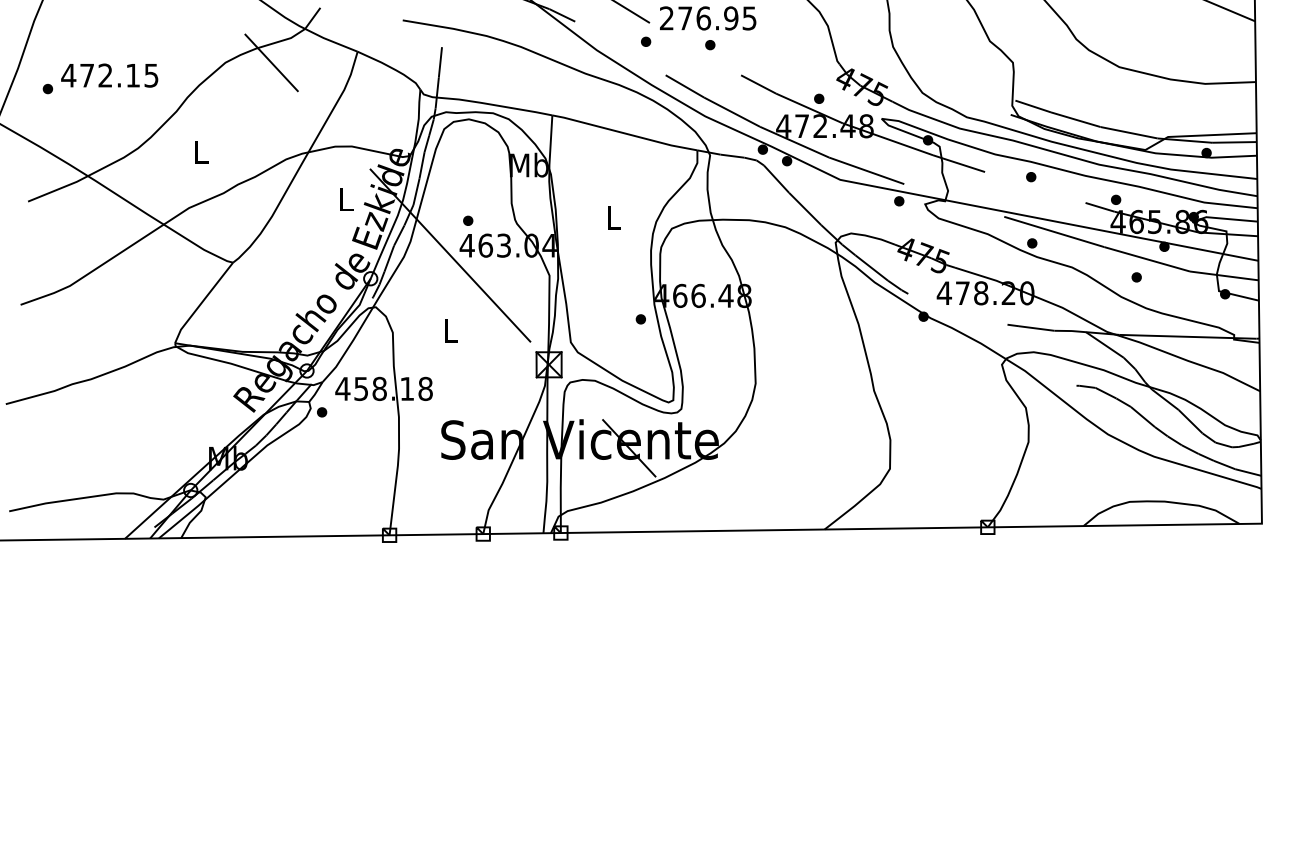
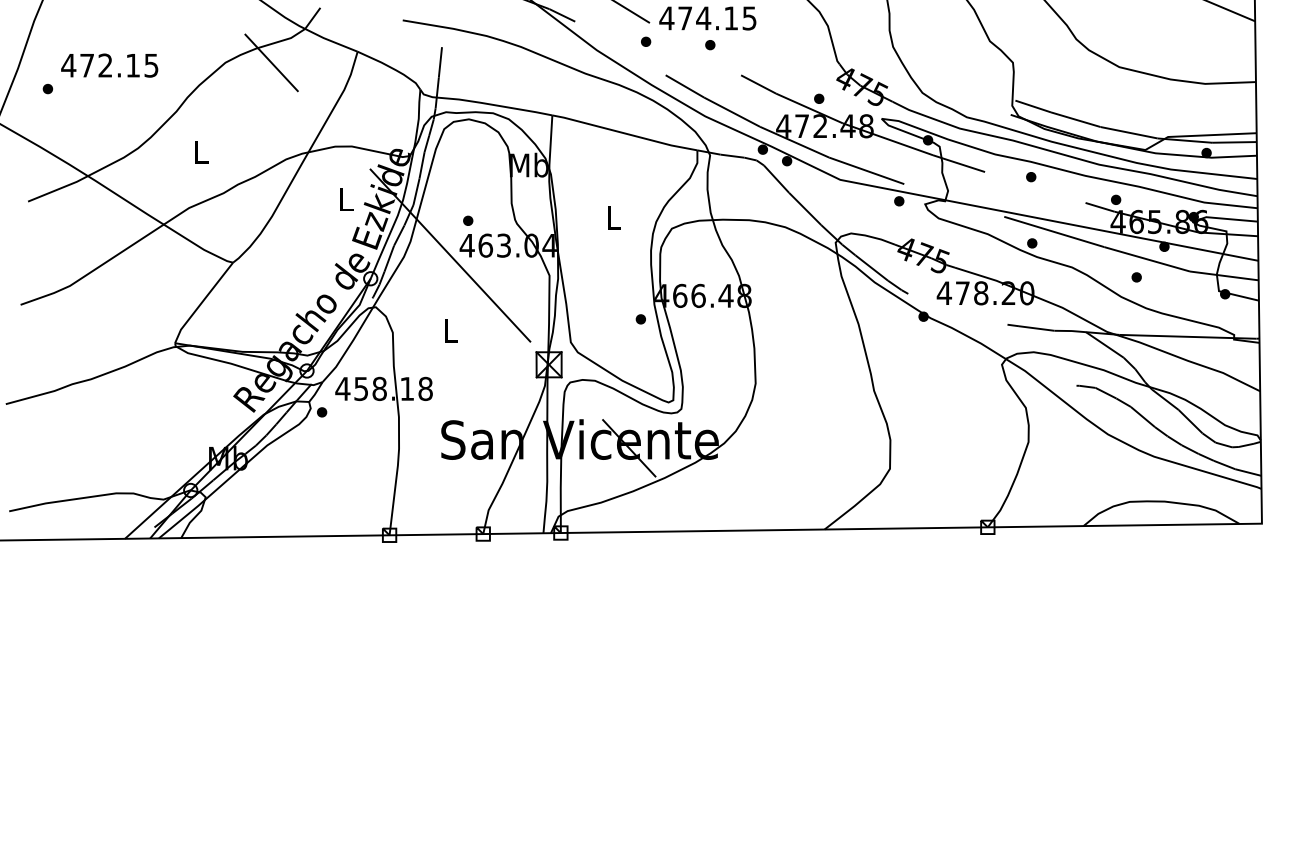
text at (698, 18): 276.95 -> 474.15
text at (109, 75) position: (109, 75) -> (109, 65)
